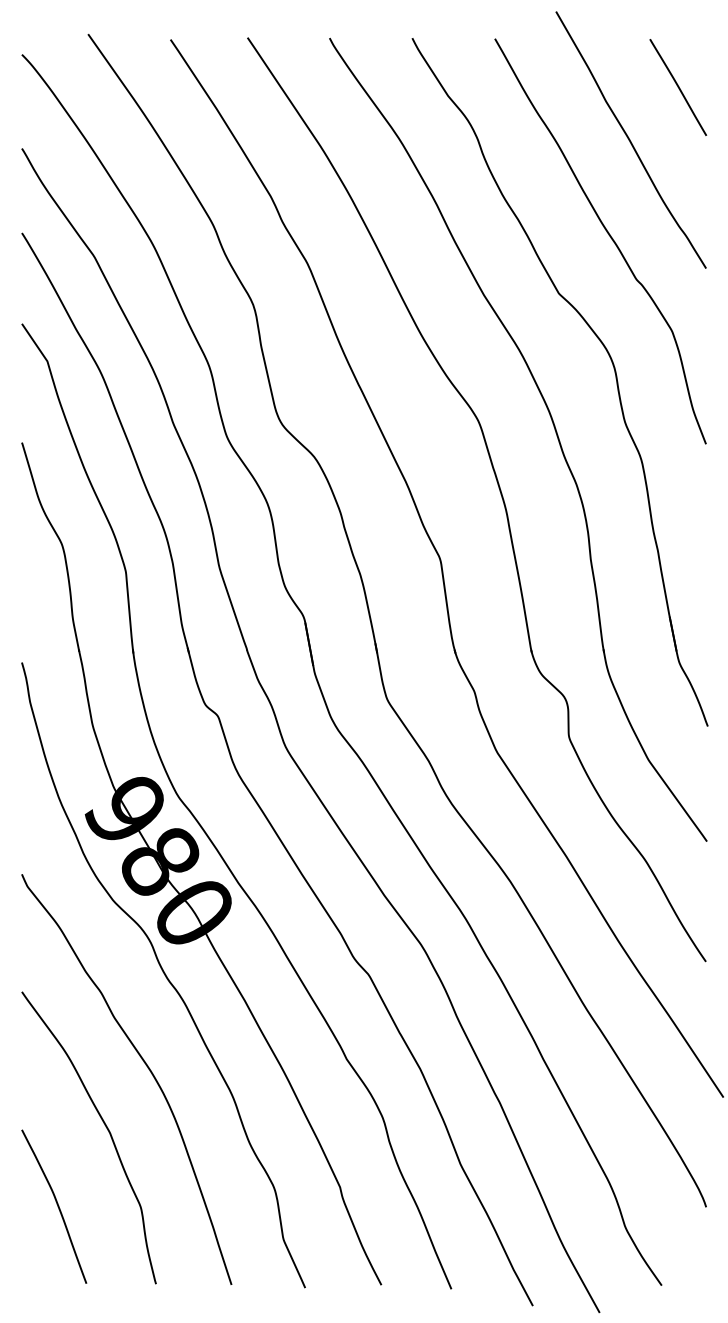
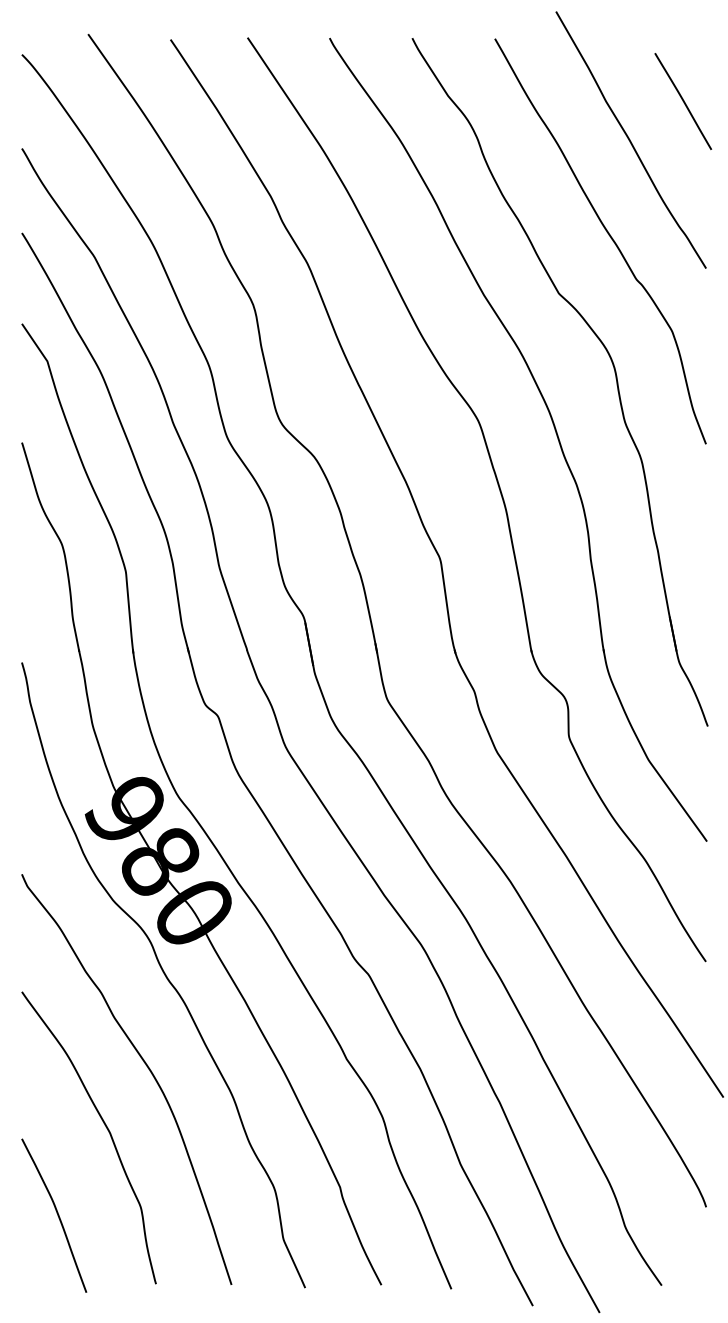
line at (678, 87) position: (678, 87) -> (683, 101)
curve at (56, 1204) position: (56, 1204) -> (56, 1213)
